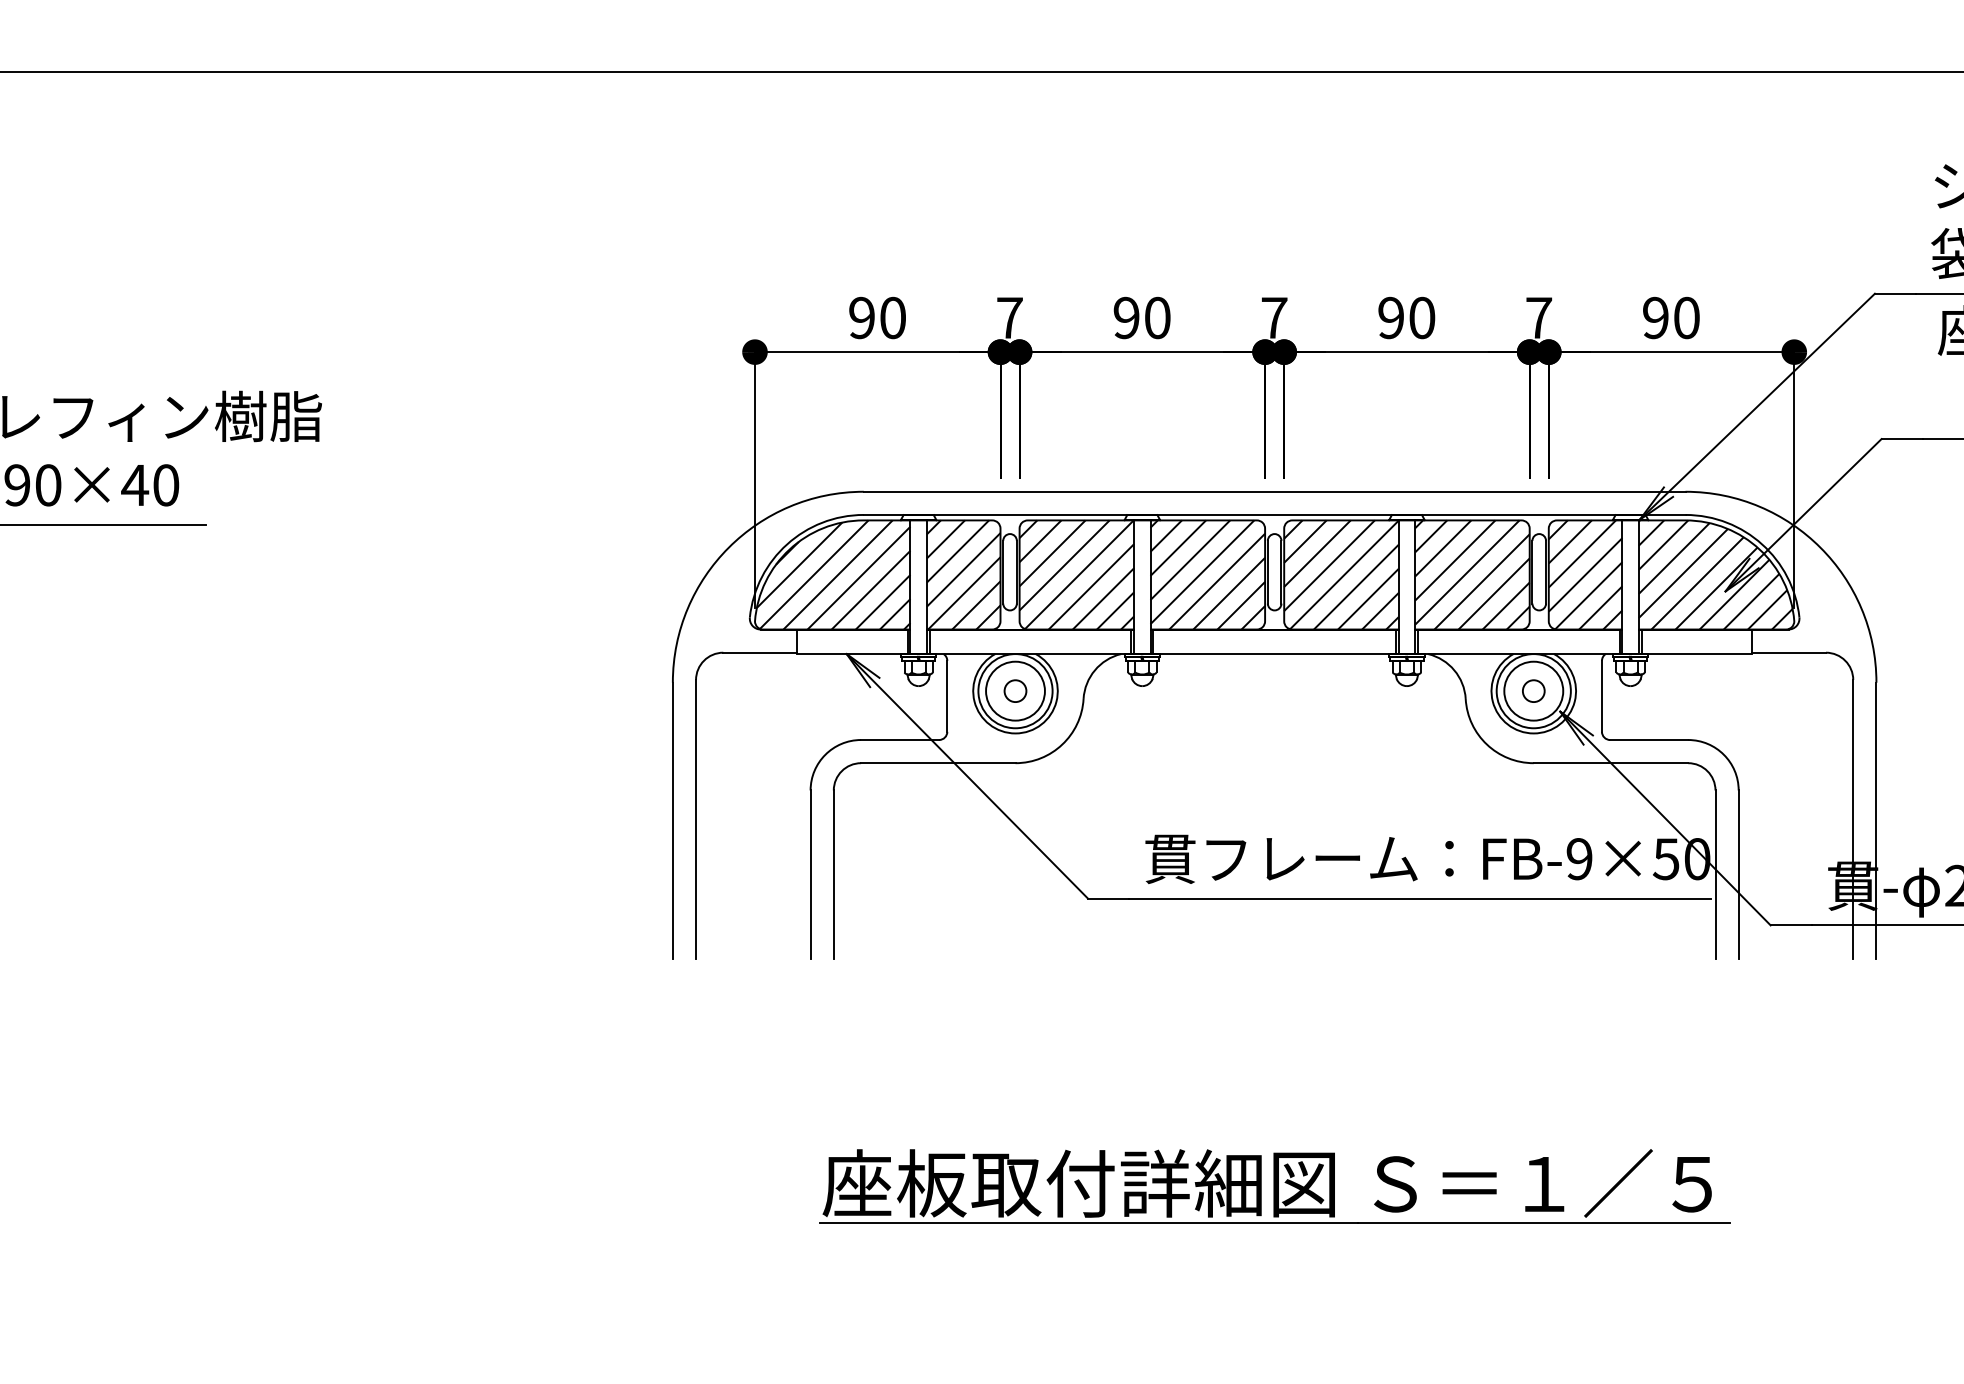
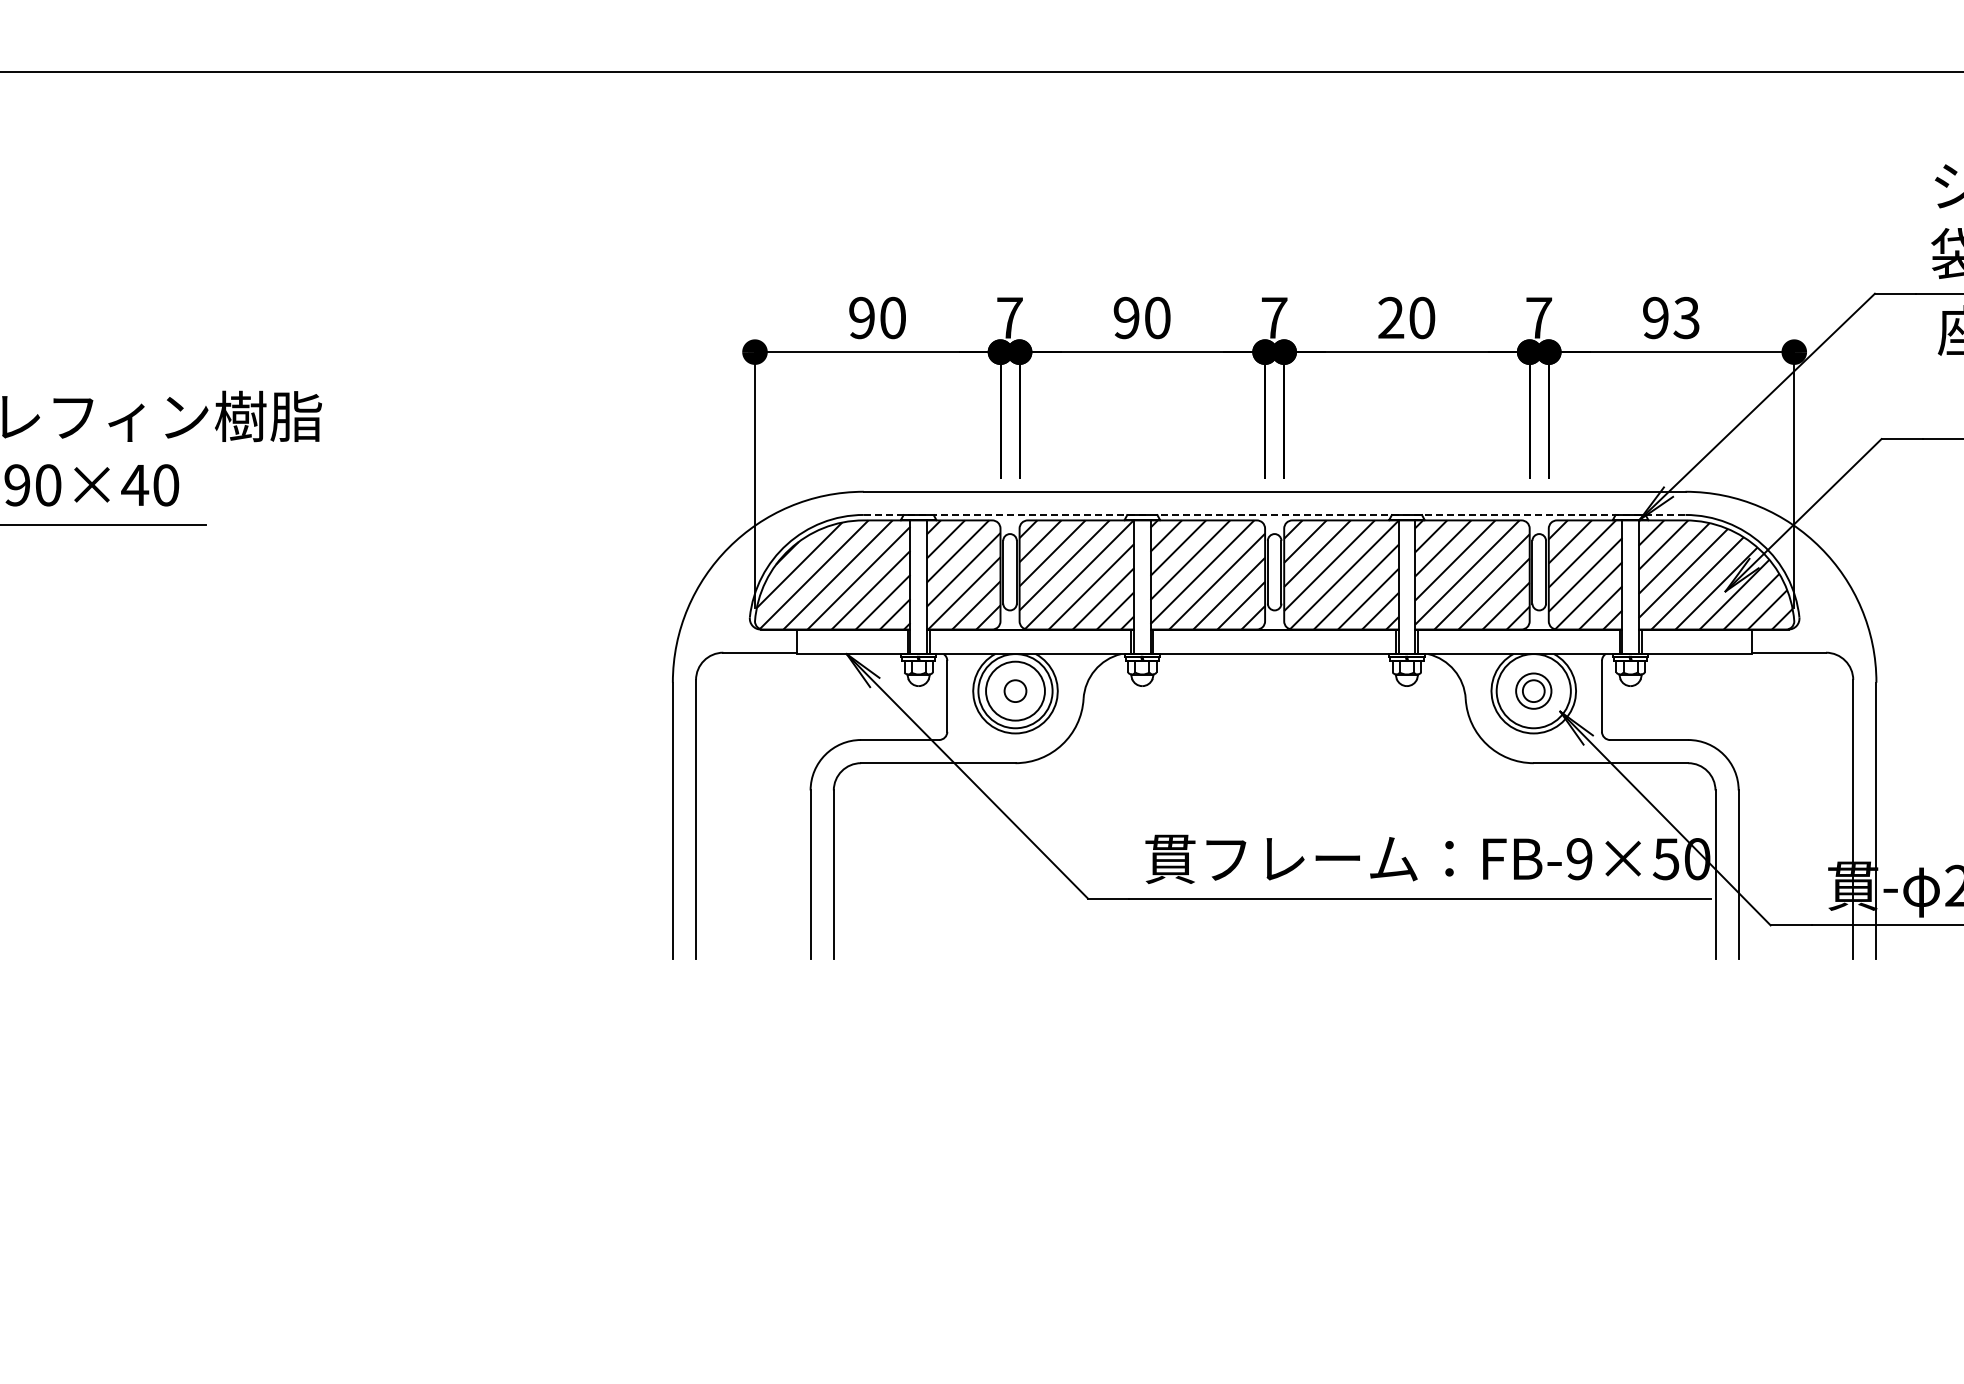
text at (1391, 318): 90 -> 20
text at (1686, 318): 90 -> 93
line at (1274, 514): solid -> dashed
circle at (1533, 690) diameter: 59 px -> 35 px
part at (1274, 1186): present -> none
